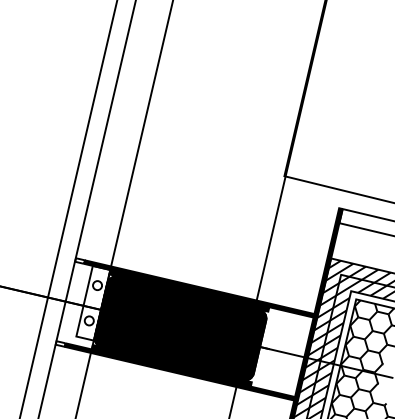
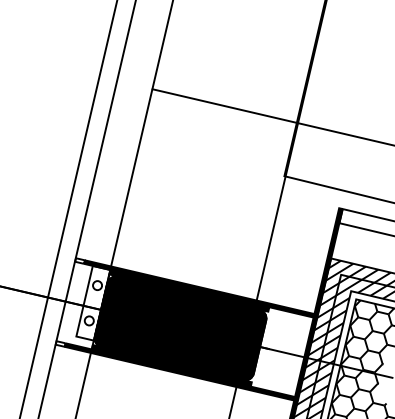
line at (271, 116): none -> present
